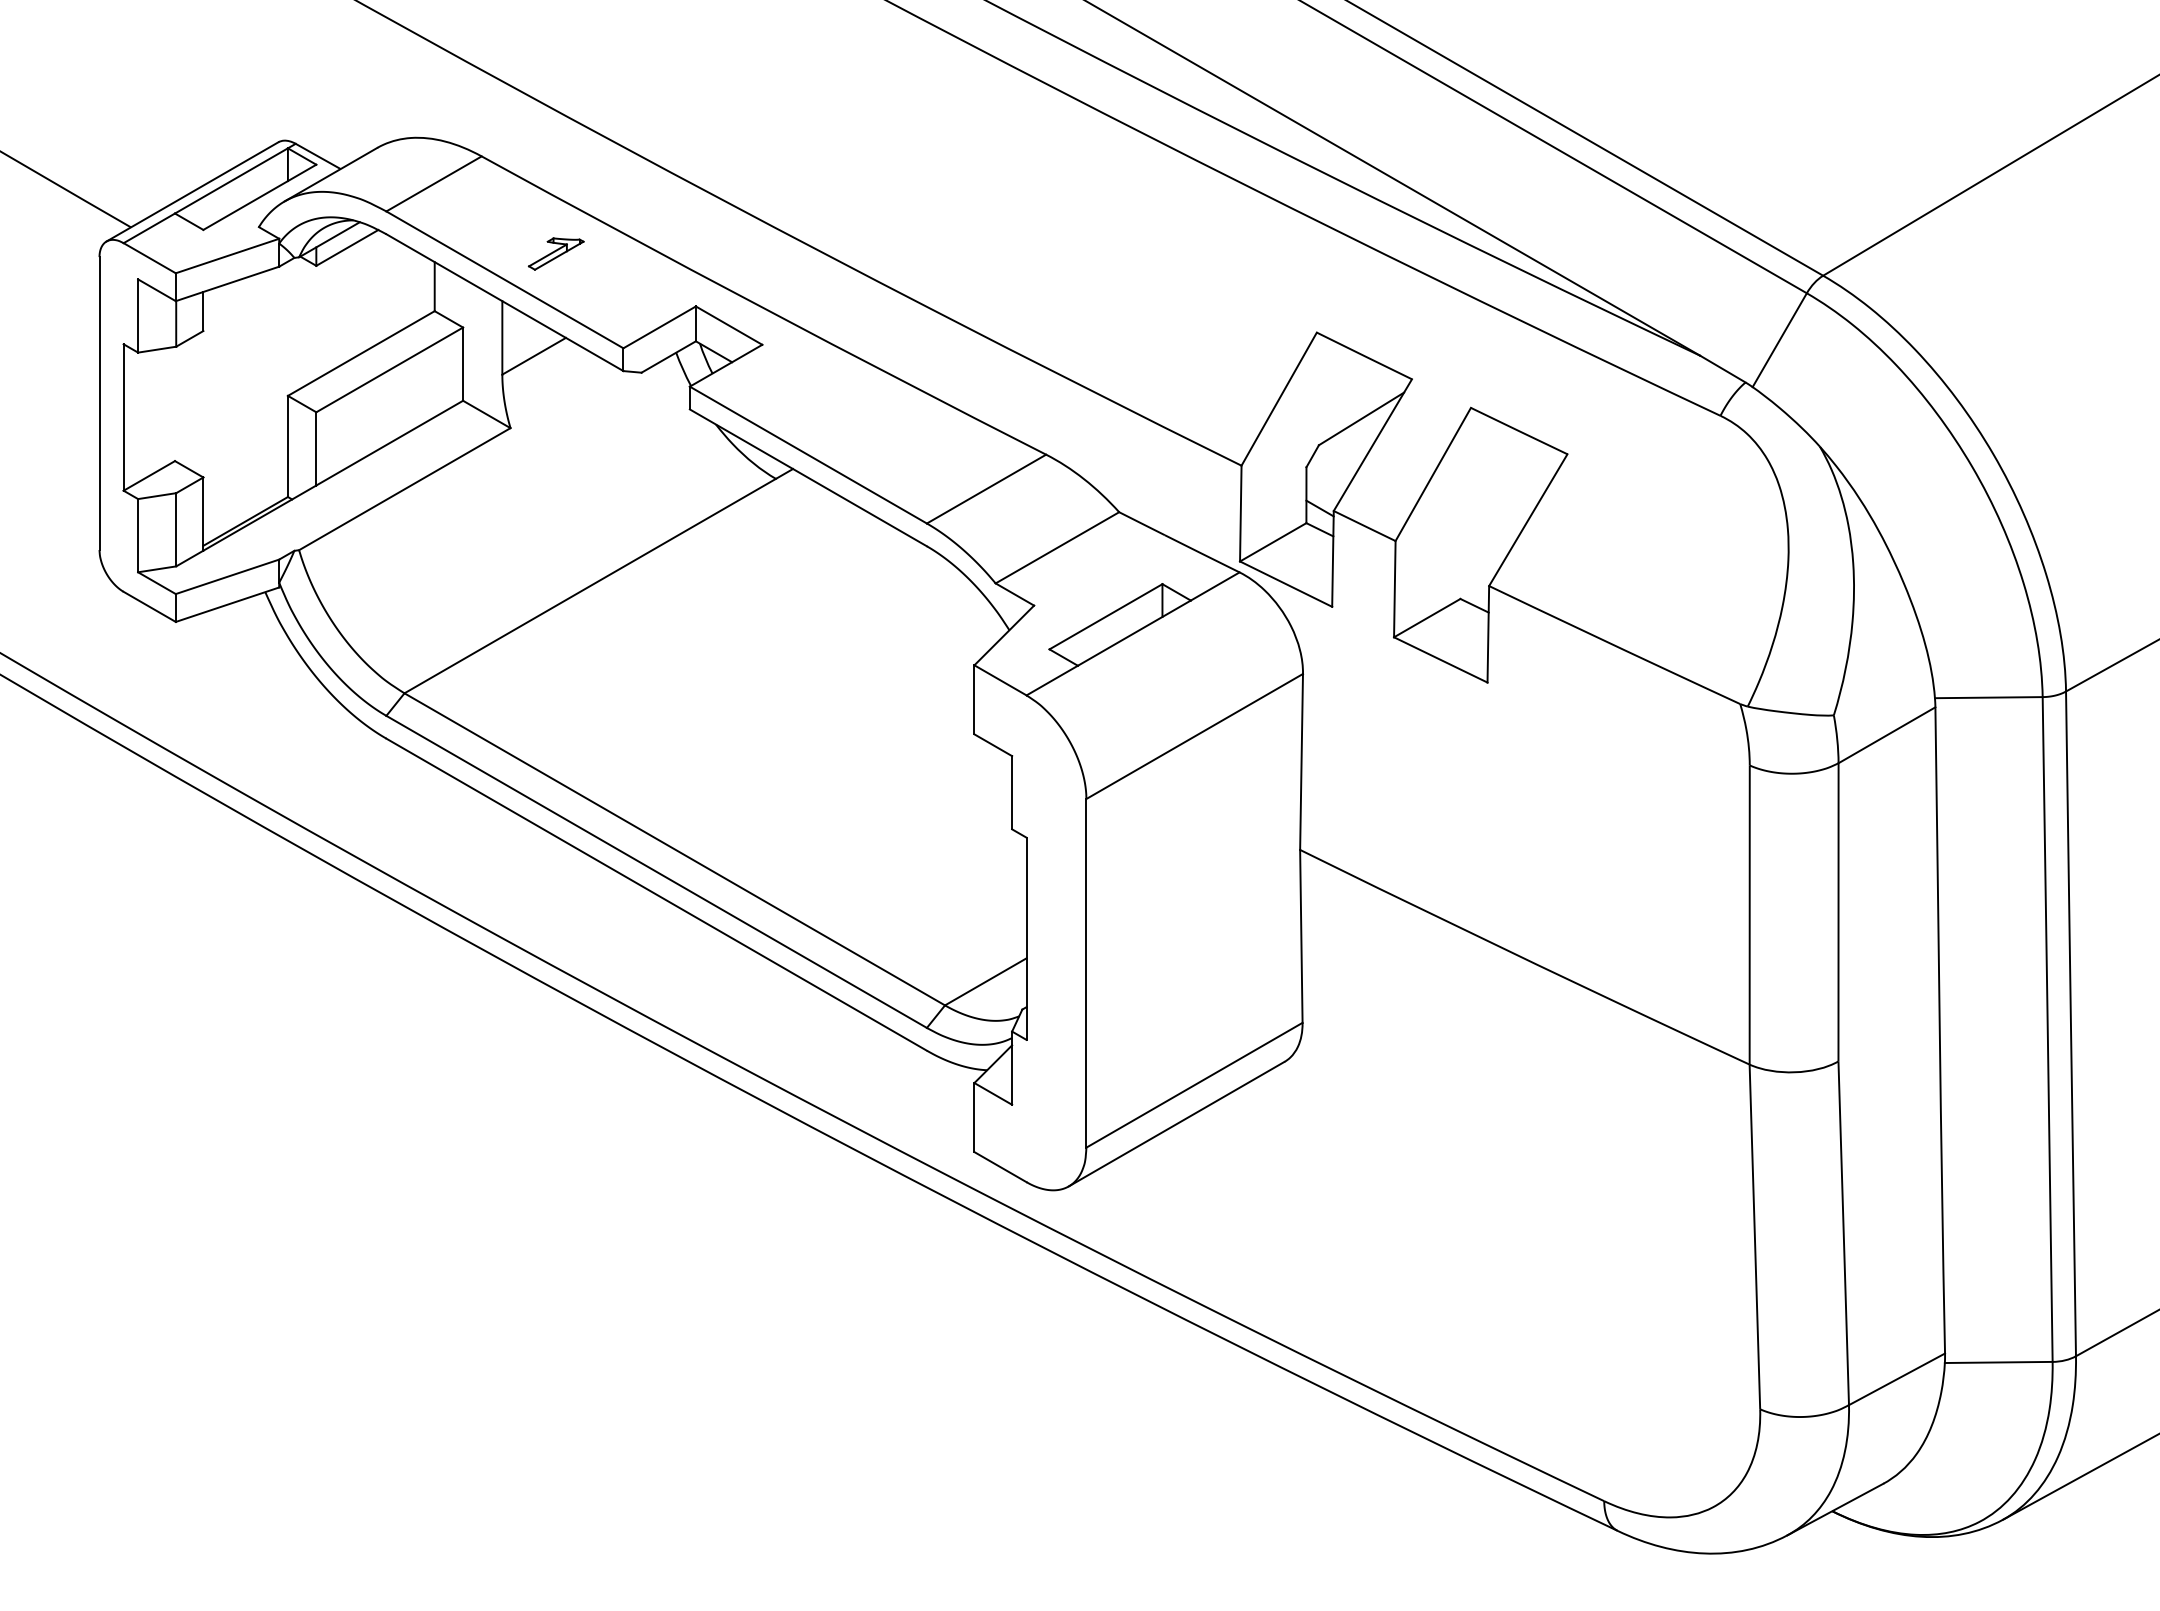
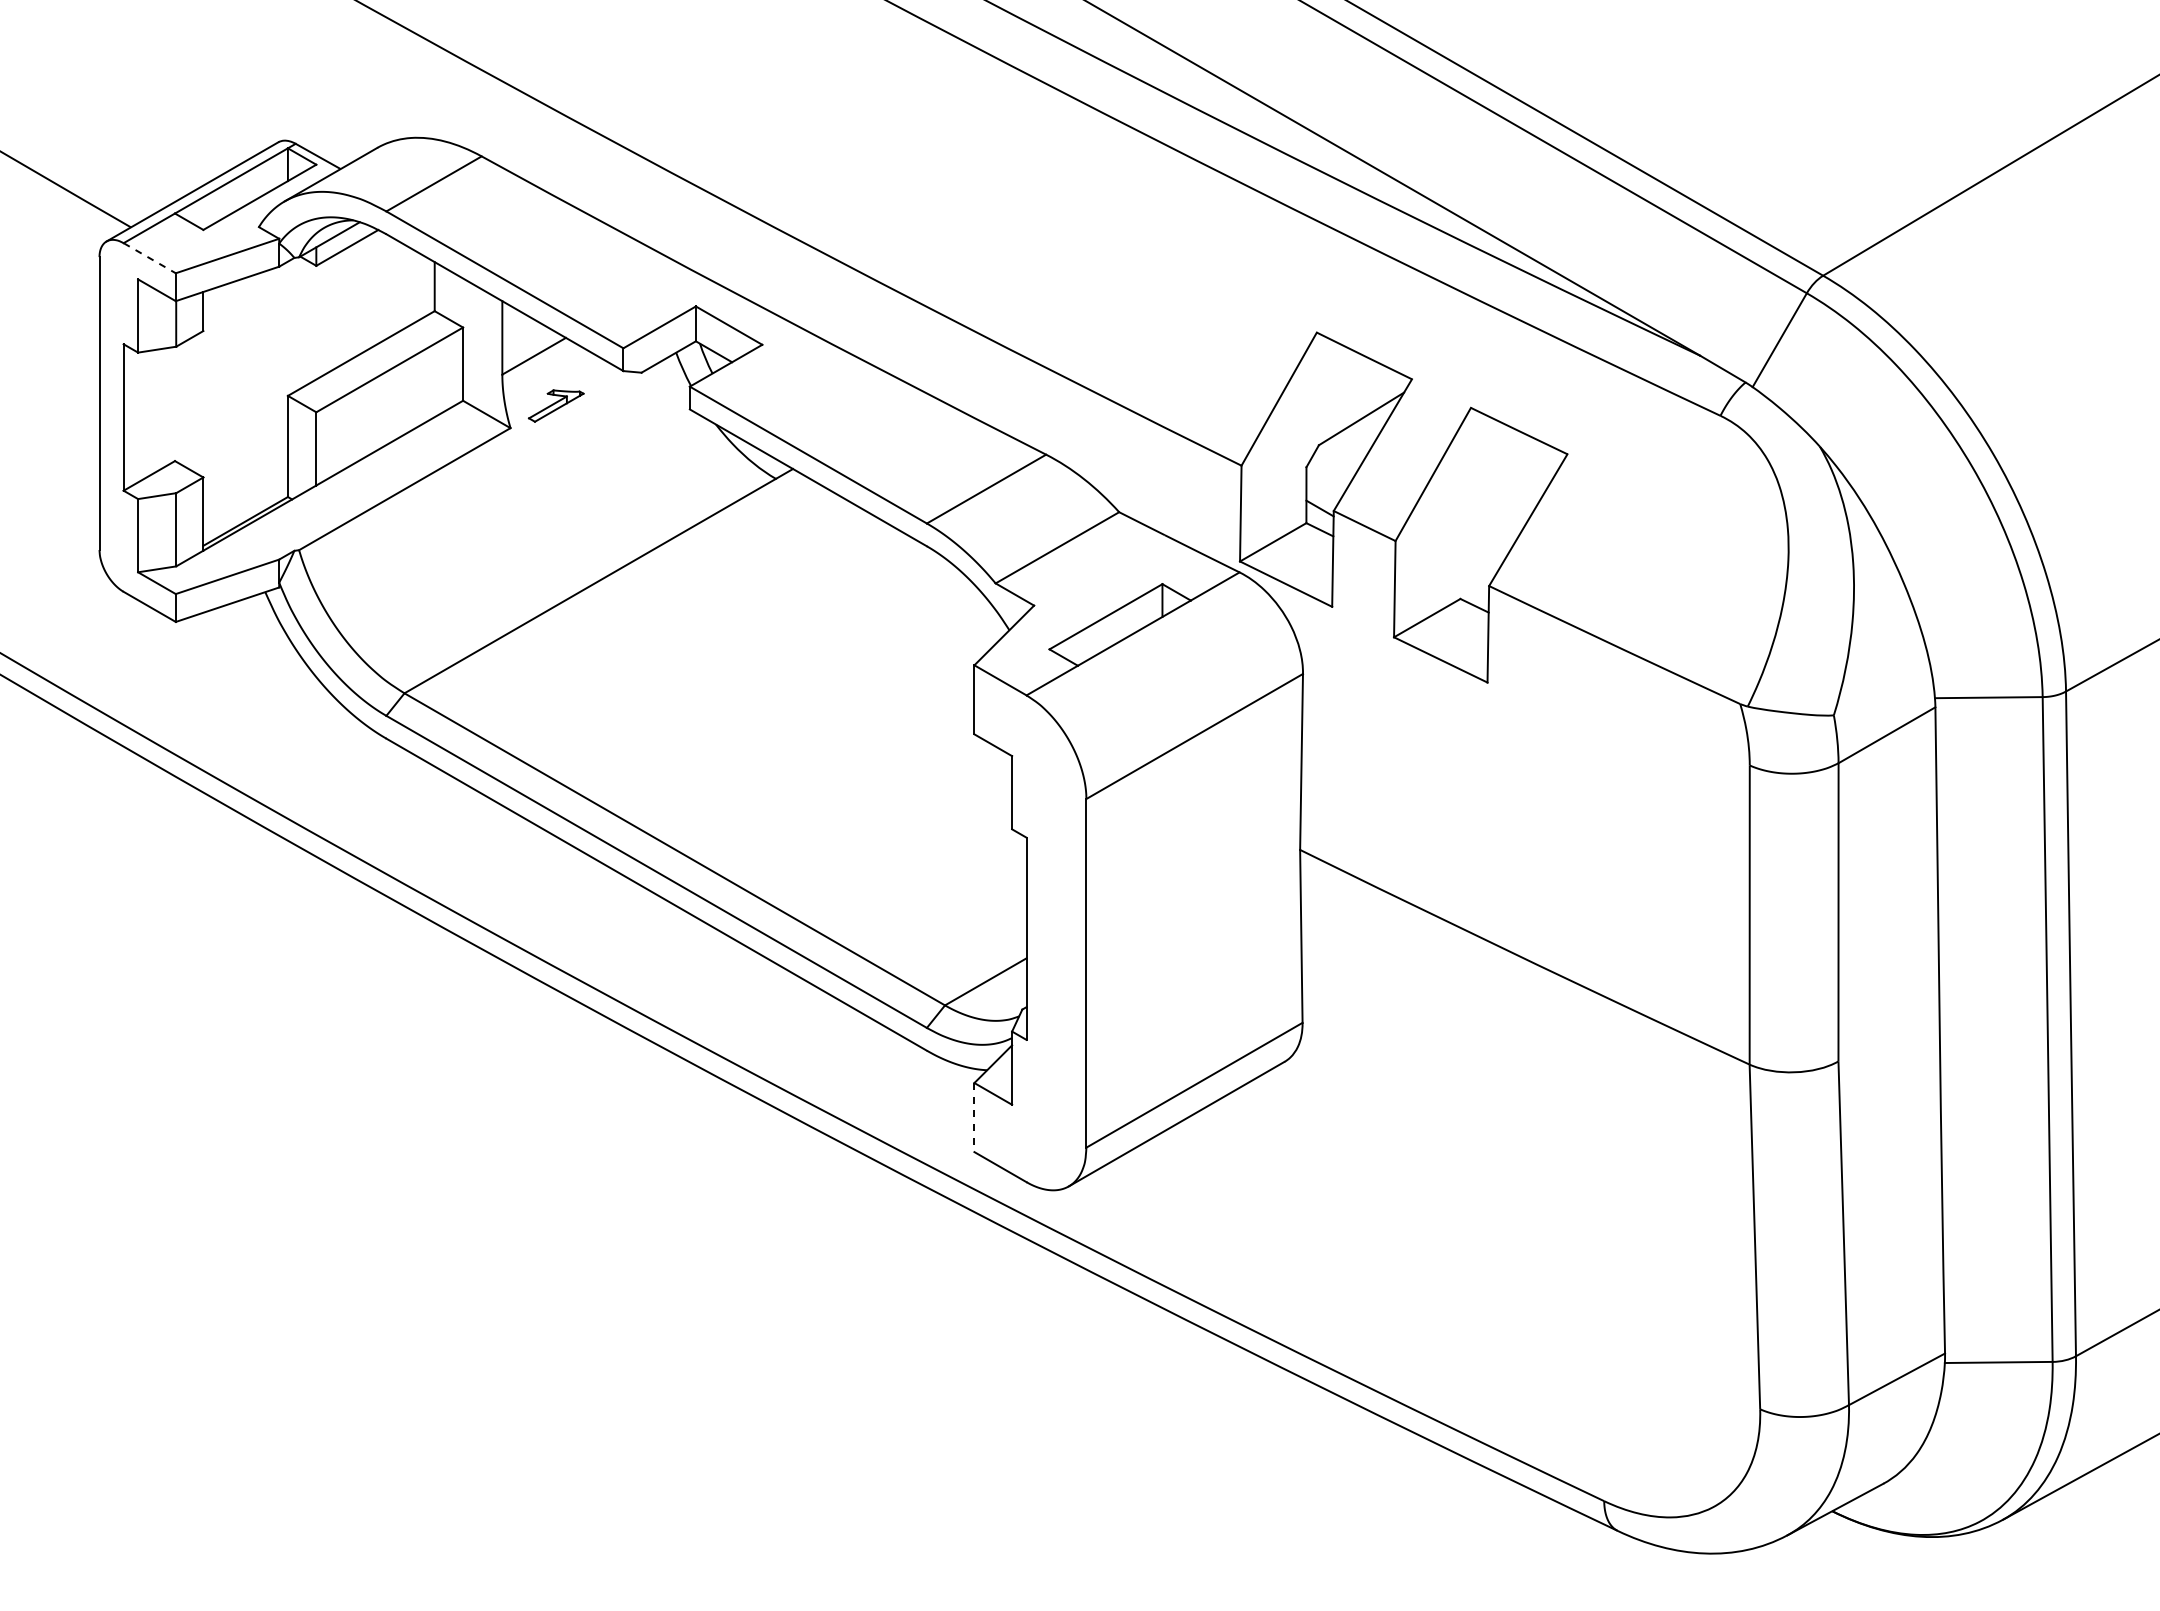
part at (555, 253) position: (555, 253) -> (555, 405)
line at (150, 258): solid -> dashed
line at (974, 1117): solid -> dashed
